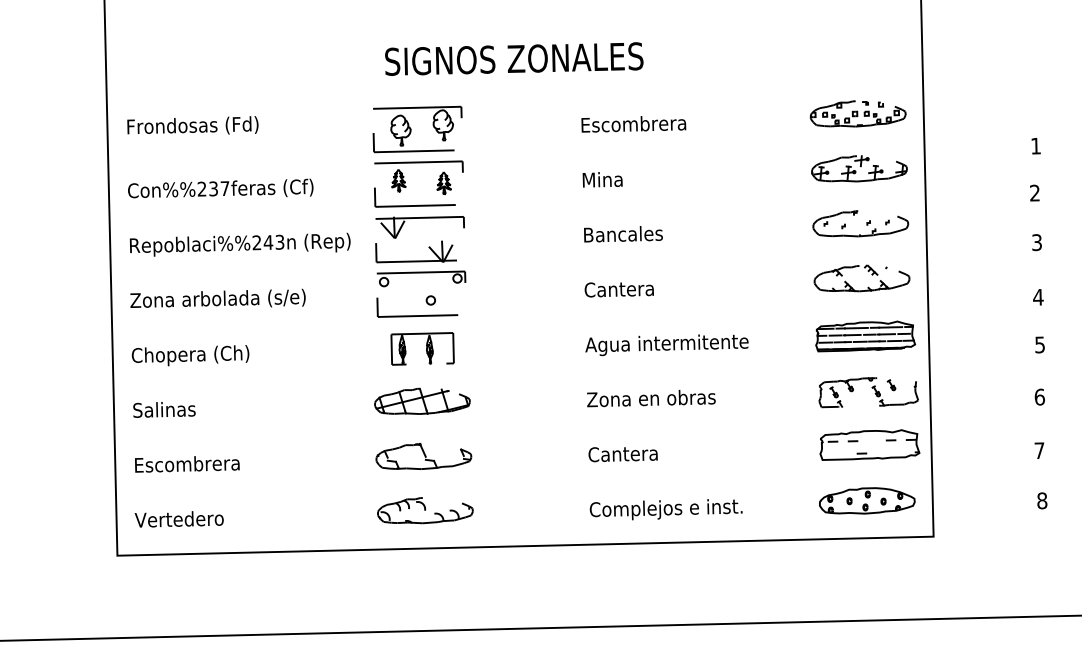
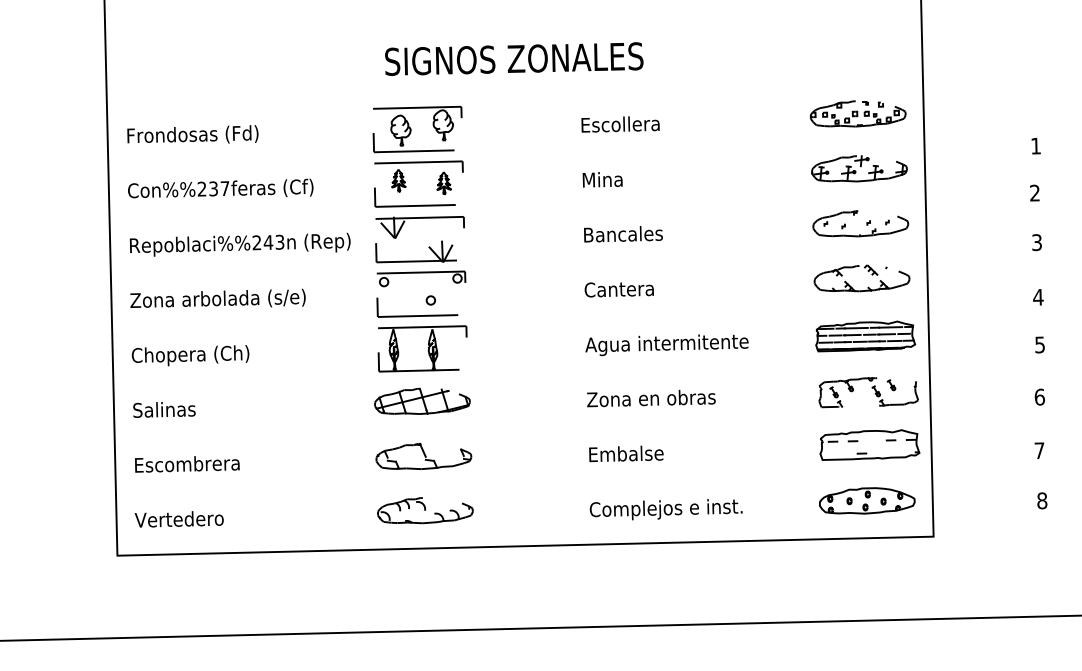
text at (654, 123): Escombrera -> Escollera
text at (192, 125) position: (192, 125) -> (192, 134)
part at (422, 348) size: 65x34 px -> 91x48 px
text at (625, 453): Cantera -> Embalse
